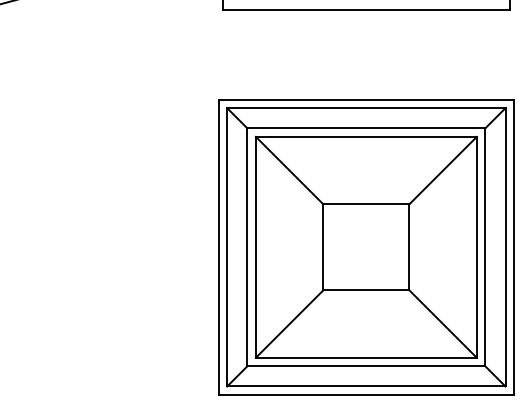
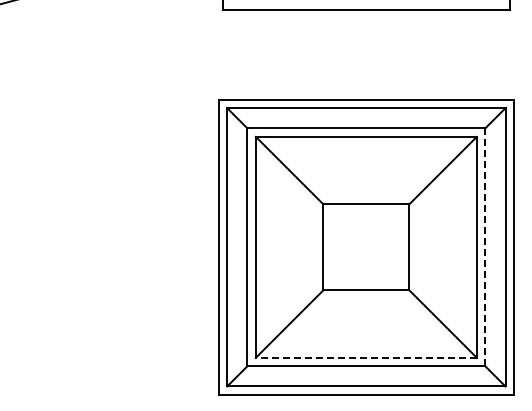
line at (485, 246): solid -> dashed
line at (365, 357): solid -> dashed
